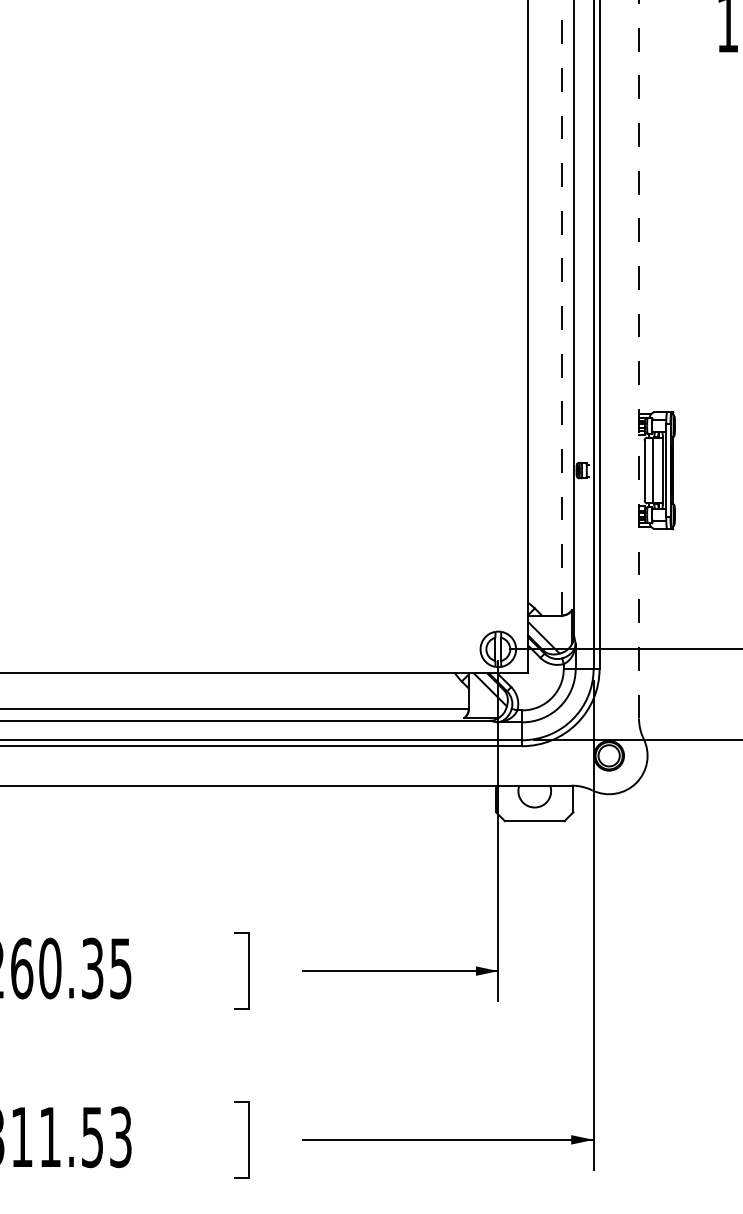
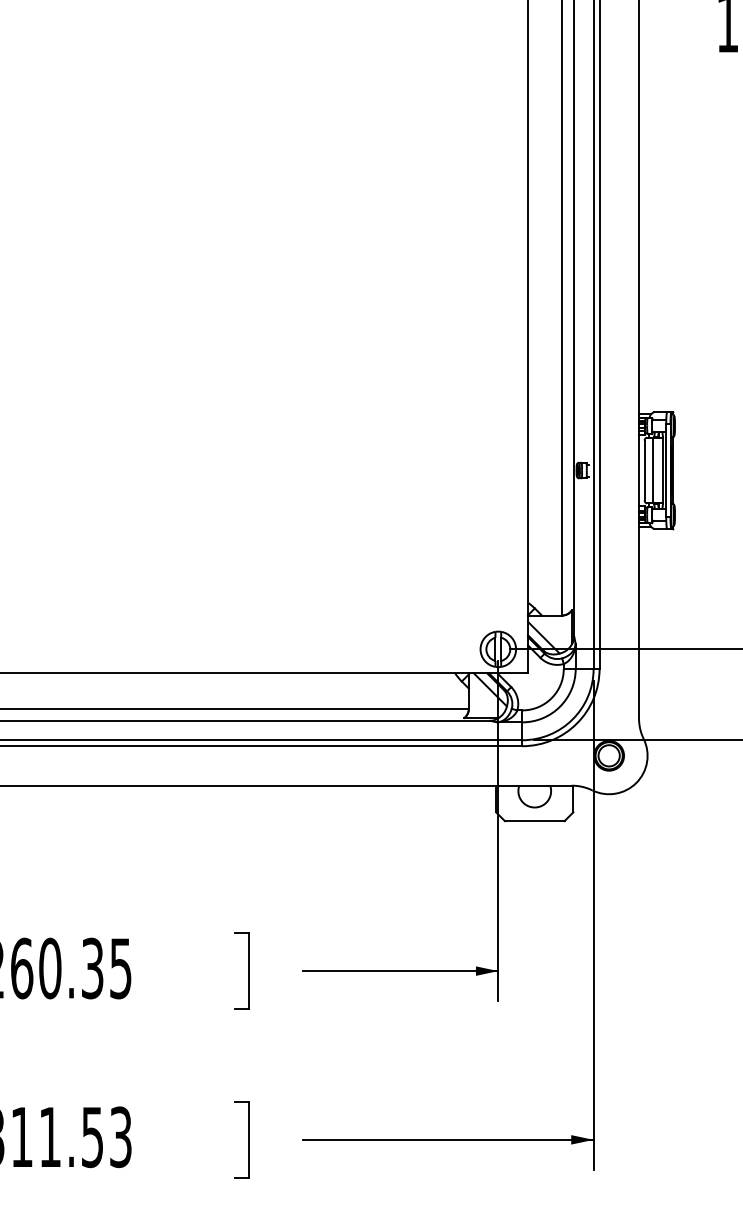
line at (562, 307): dashed -> solid
line at (639, 359): dashed -> solid
